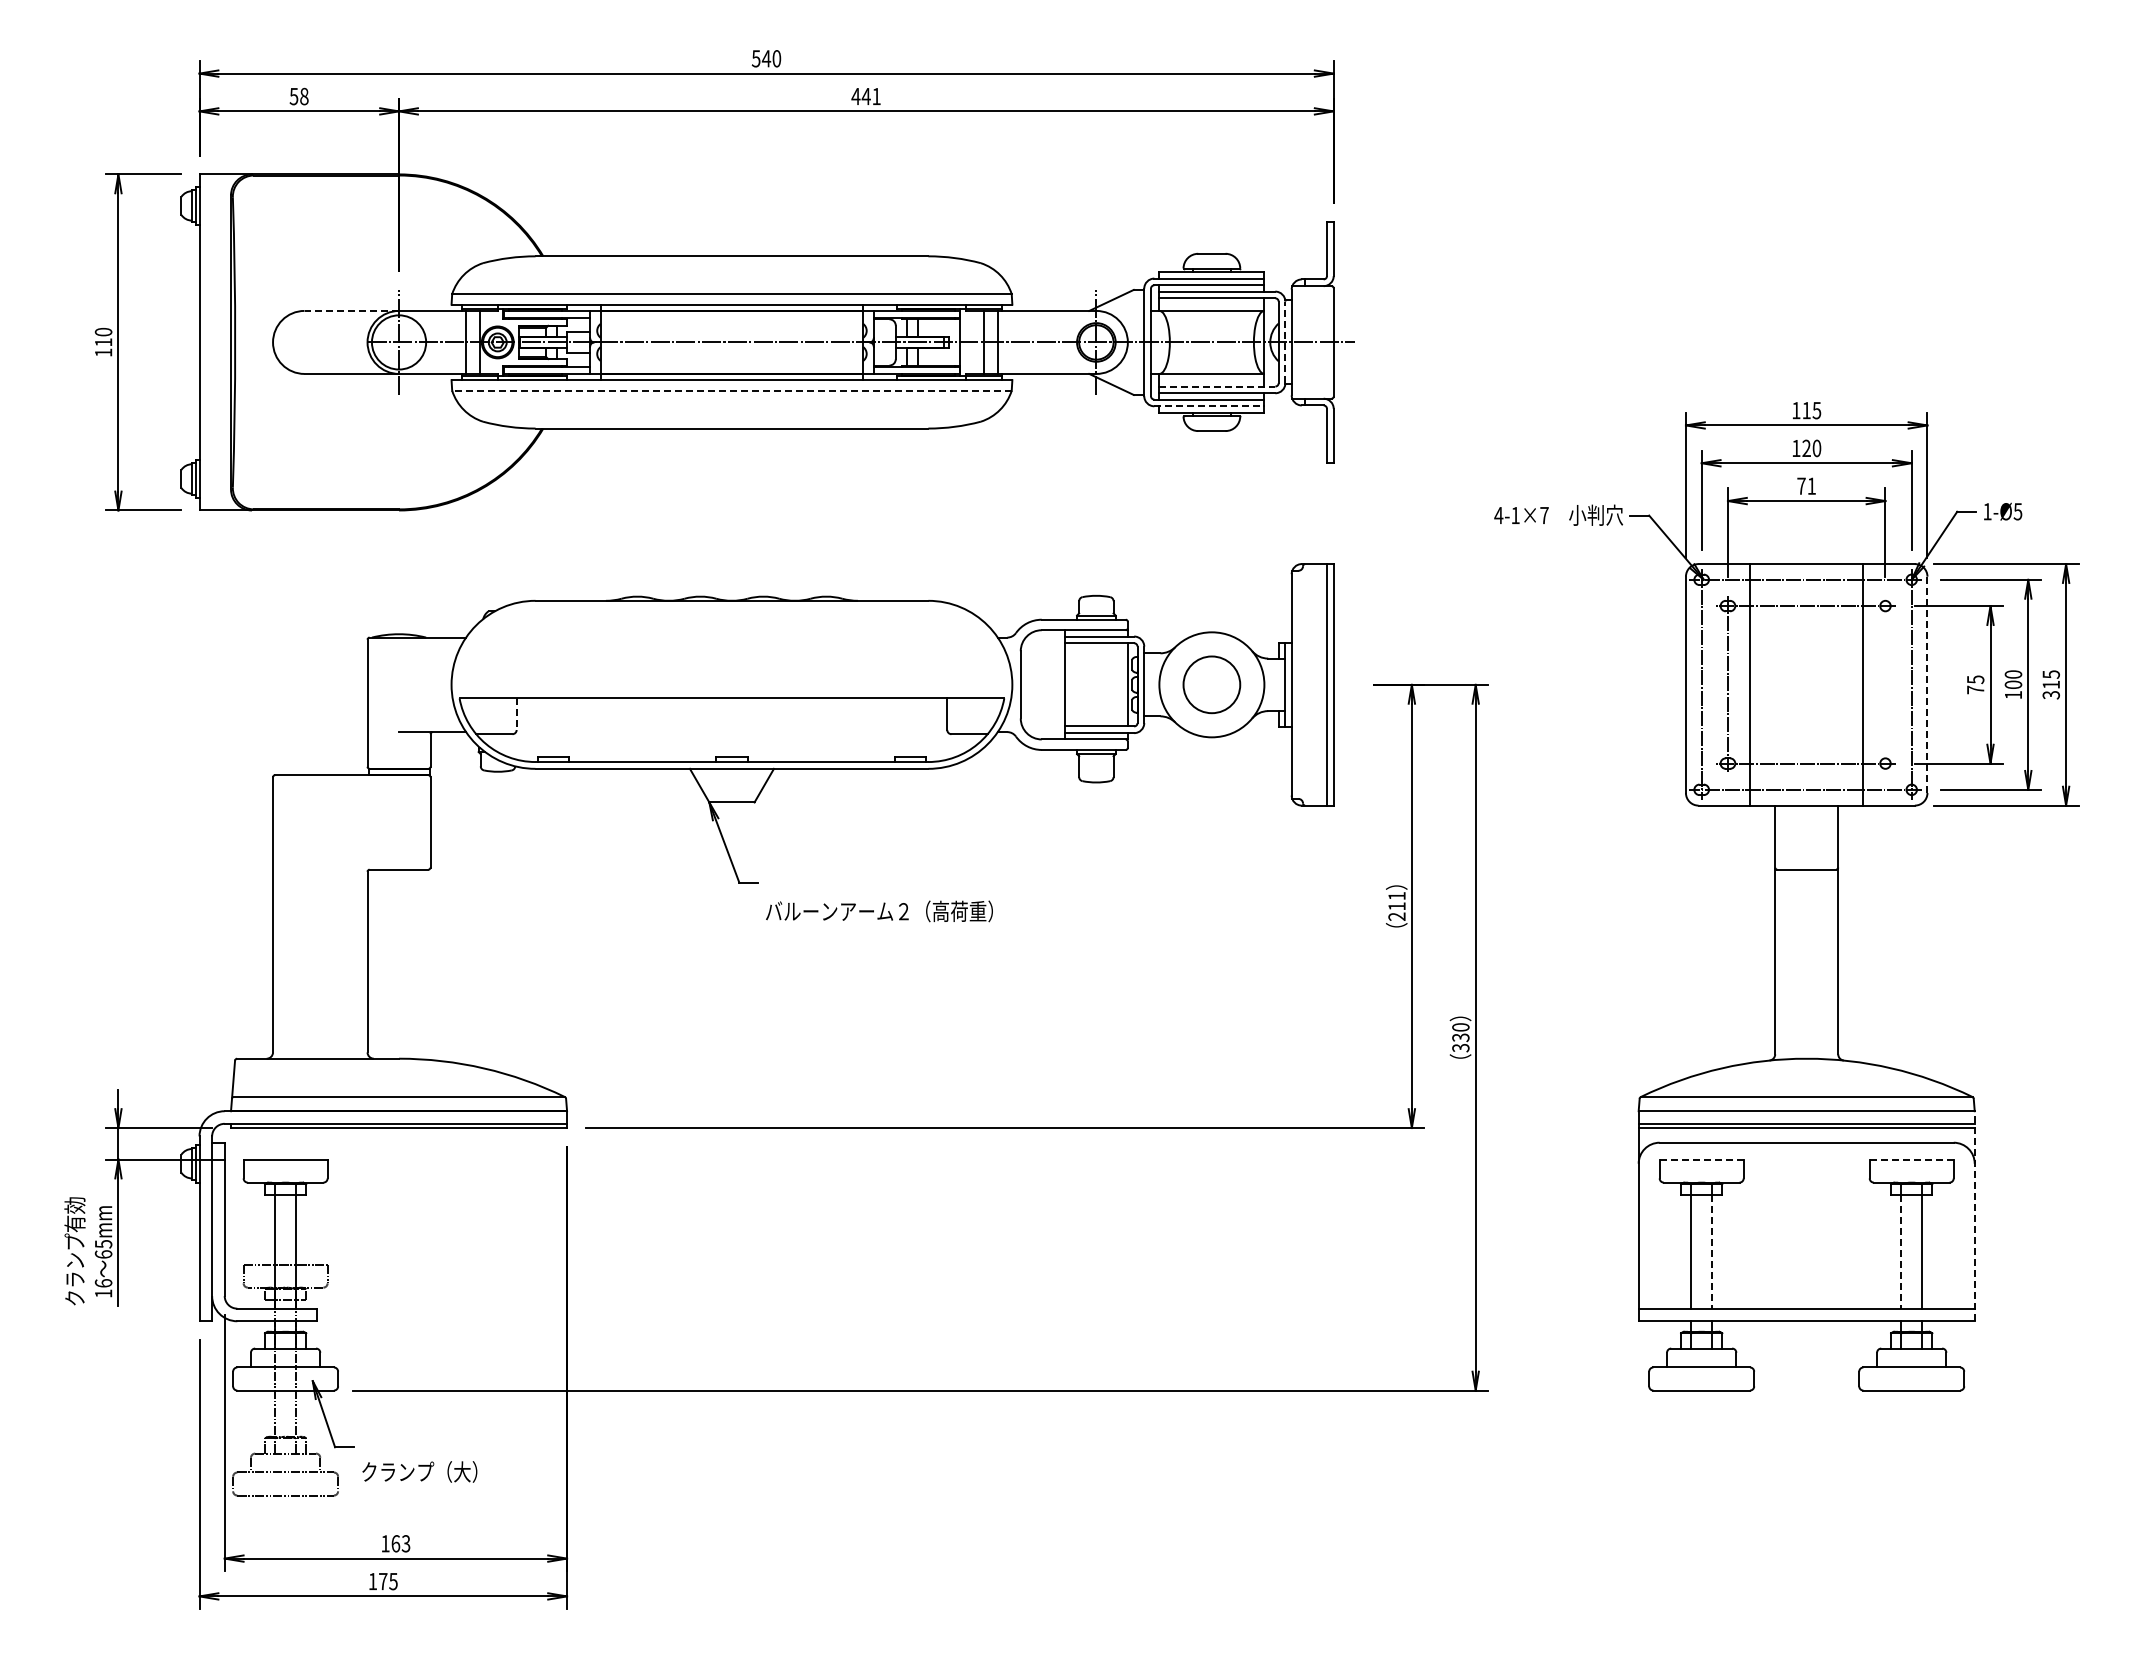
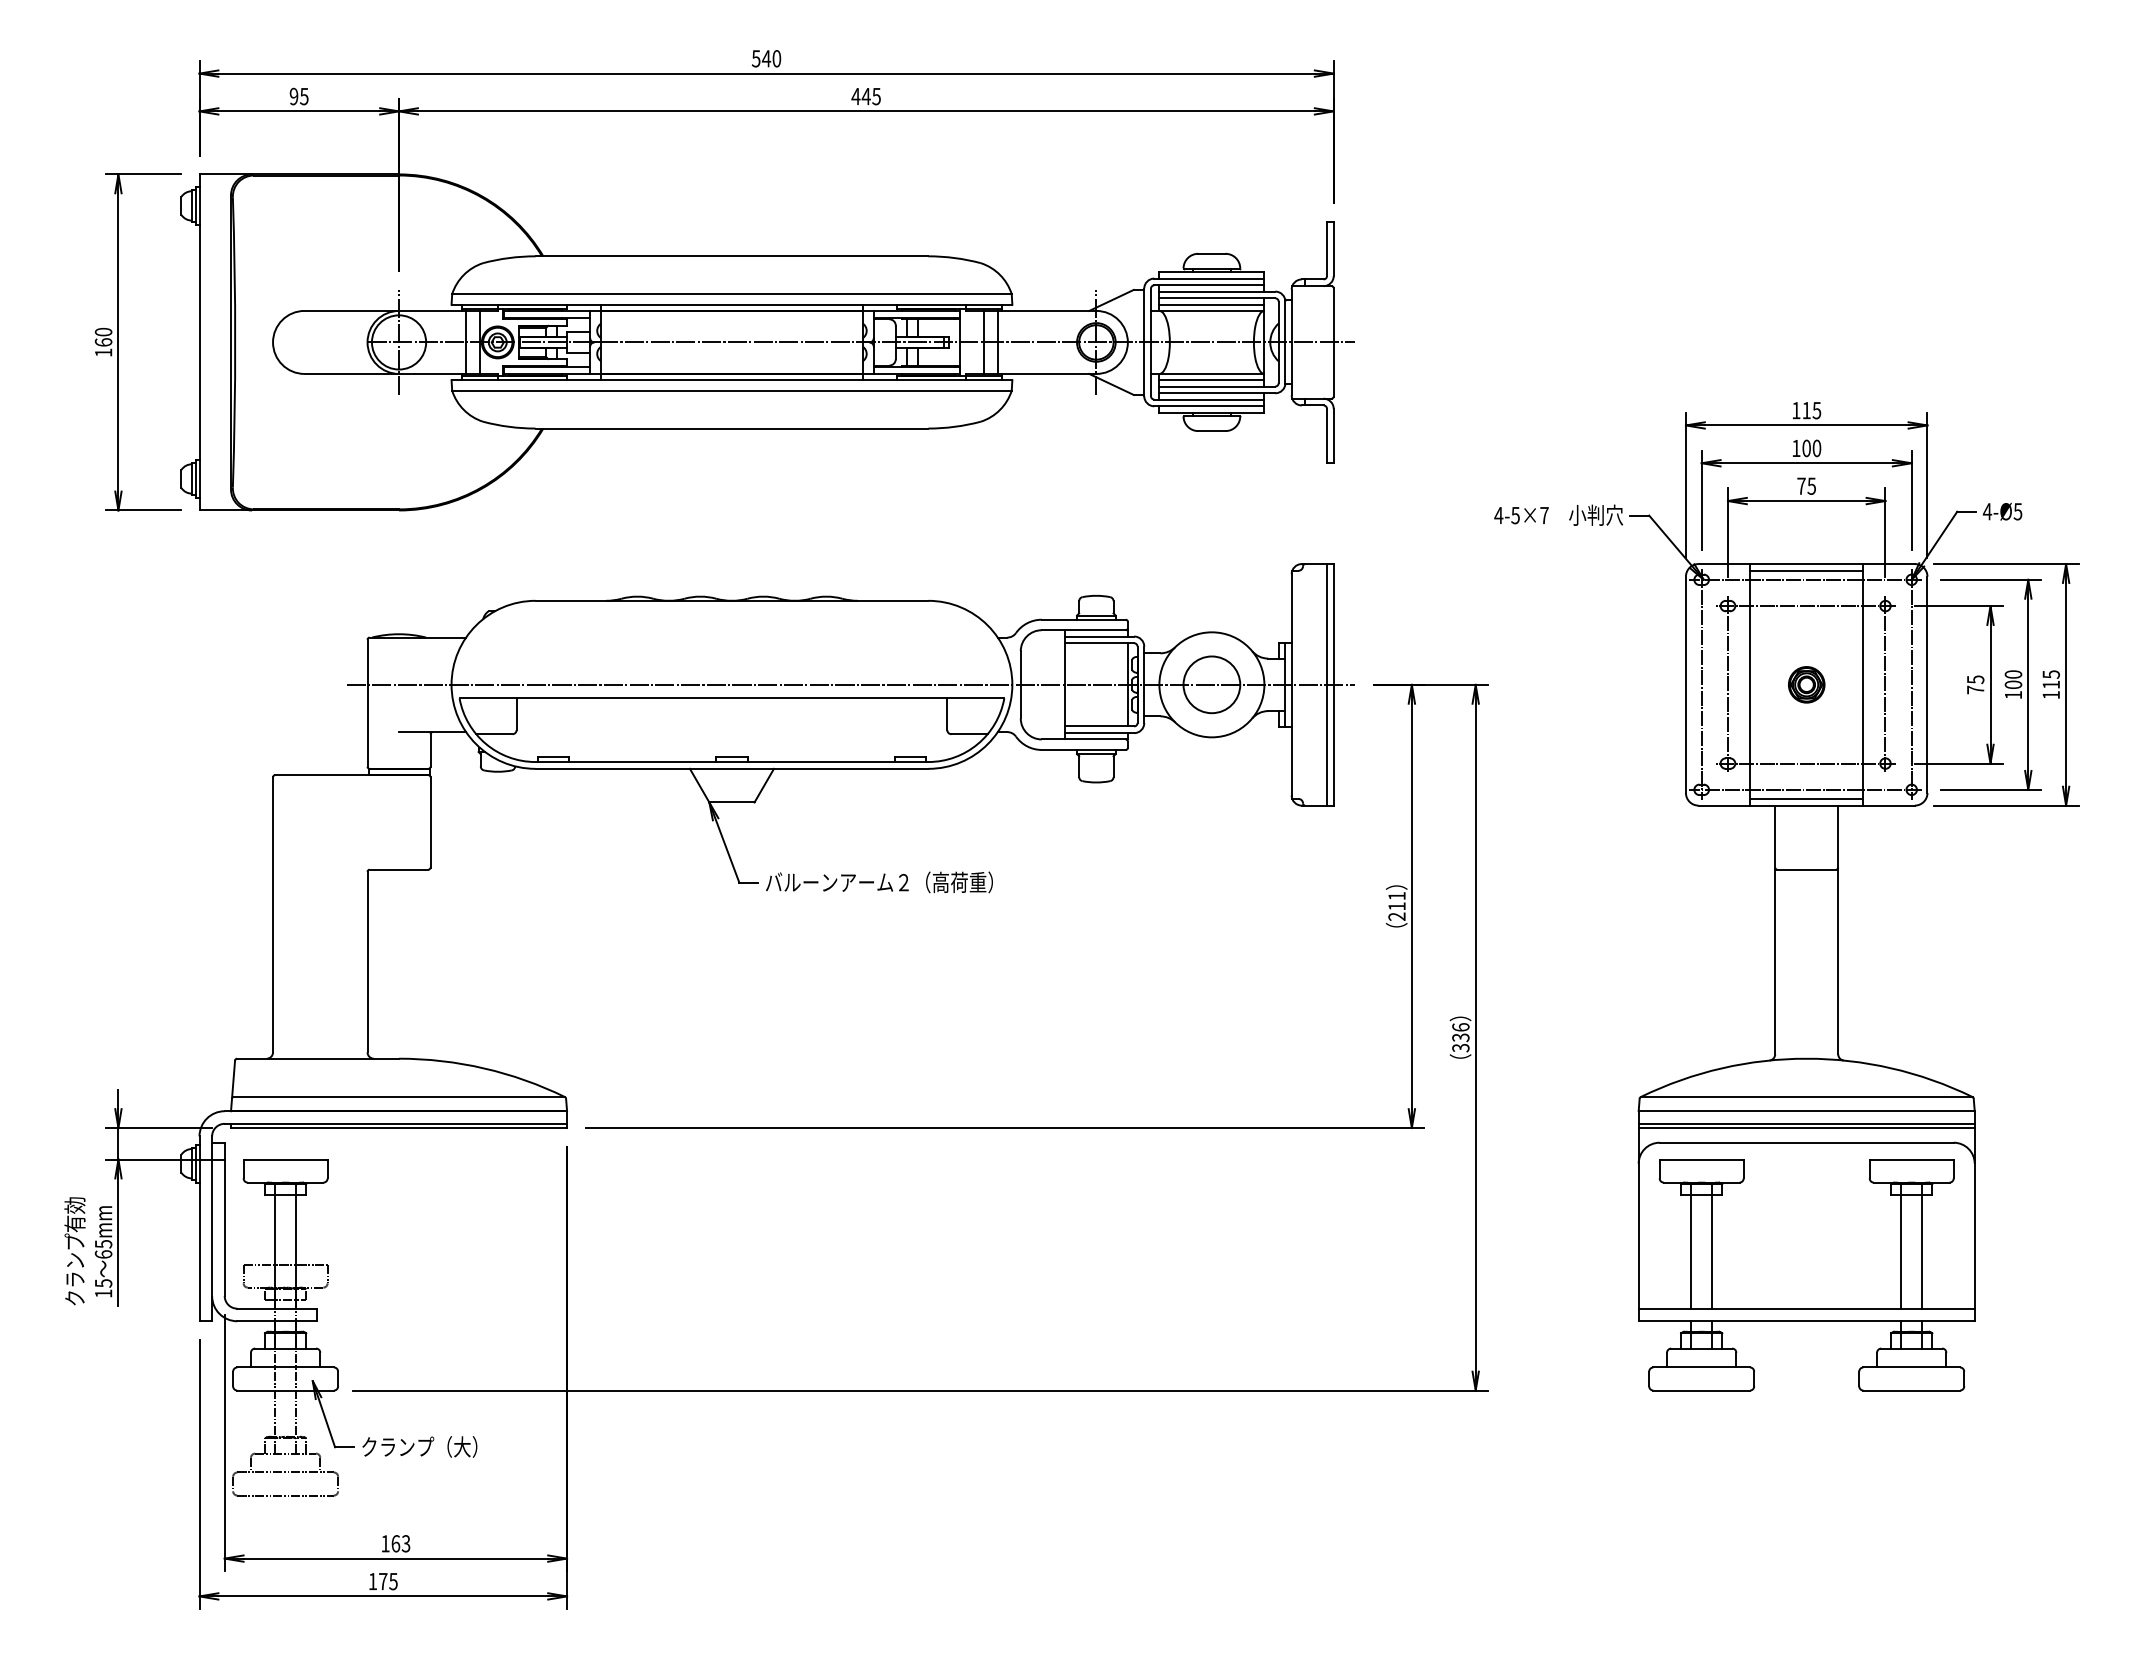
text at (298, 96): 58 -> 95
text at (876, 96): 441 -> 445
line at (1211, 304): none -> present
line at (351, 310): dashed -> solid
text at (103, 342): 110 -> 160
line at (1285, 342): dashed -> solid
line at (1211, 380): none -> present
line at (1217, 386): dashed -> solid
line at (731, 390): dashed -> solid
line at (1209, 406): dashed -> solid
text at (1806, 448): 120 -> 100
text at (1811, 485): 71 -> 75
text at (1987, 511): 1-Ø5 -> 4-Ø5
text at (1515, 515): 4-1×7 -> 4-5×7
line at (1806, 570): none -> present
line at (850, 684): none -> present
part at (1806, 684): none -> present
line at (1885, 684): none -> present
line at (1927, 685): dashed -> solid
text at (2051, 695): 315 -> 115
line at (516, 714): dashed -> solid
line at (1806, 798): none -> present
text at (879, 911) position: (879, 911) -> (879, 882)
text at (1460, 1027): 330 -> 336
line at (1701, 1159): dashed -> solid
line at (1912, 1159): dashed -> solid
line at (1974, 1215): dashed -> solid
line at (1712, 1251): dashed -> solid
line at (1901, 1251): dashed -> solid
text at (103, 1283): 16 -> 15
text at (419, 1471) position: (419, 1471) -> (419, 1446)
